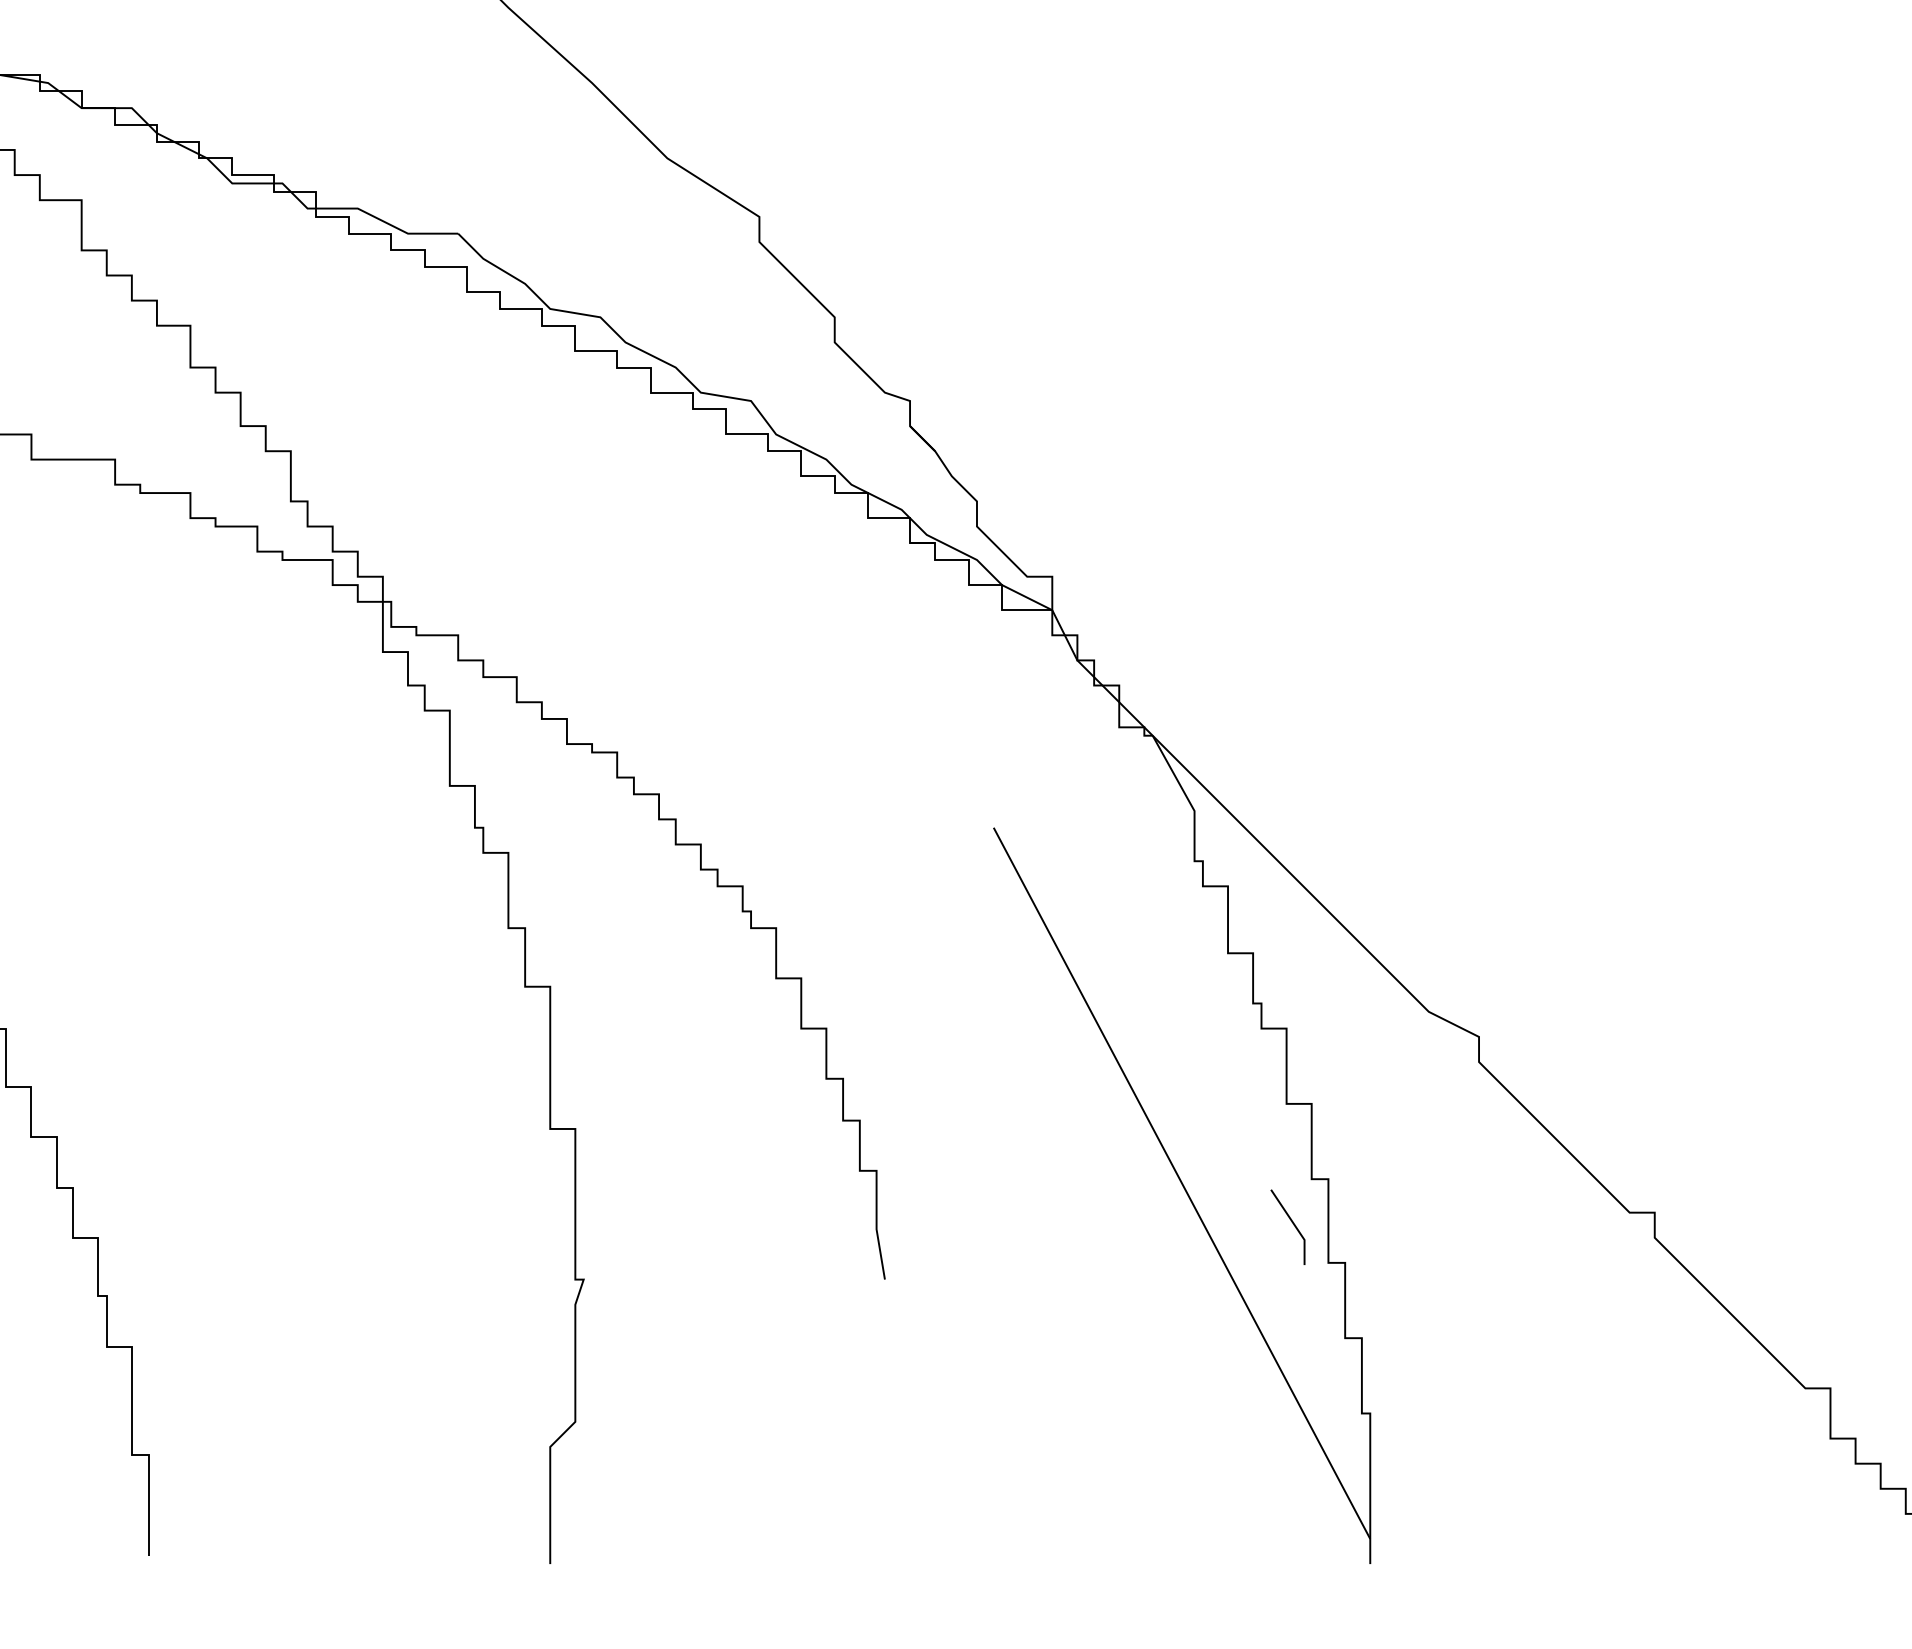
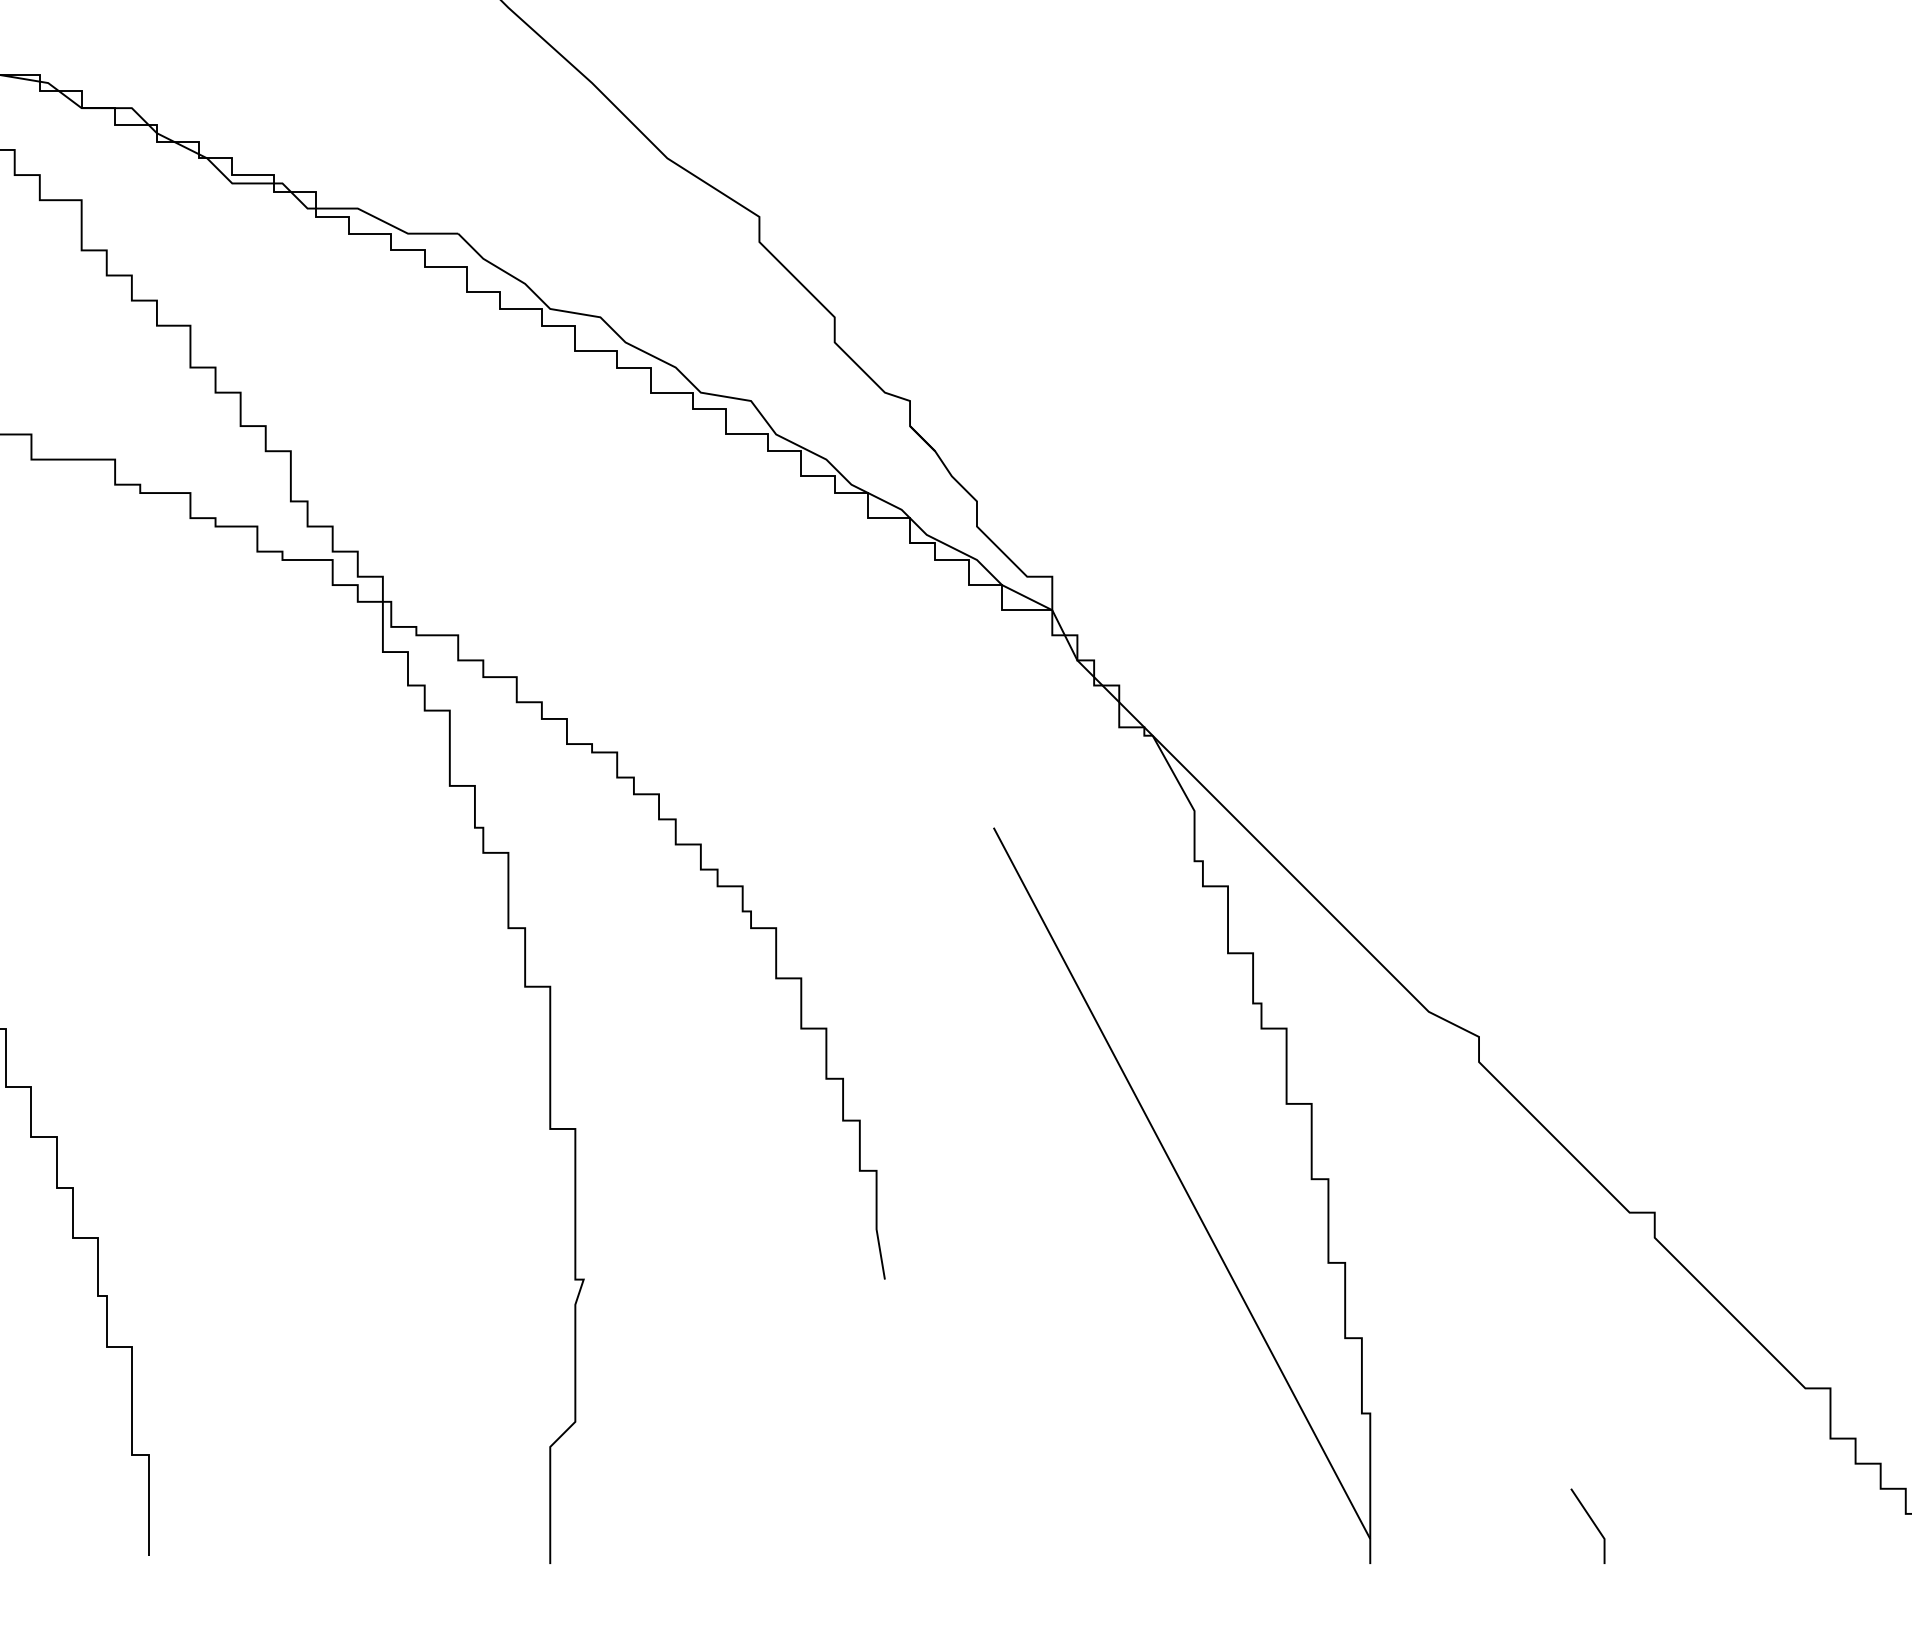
line at (1291, 1222) position: (1291, 1222) -> (1591, 1521)
